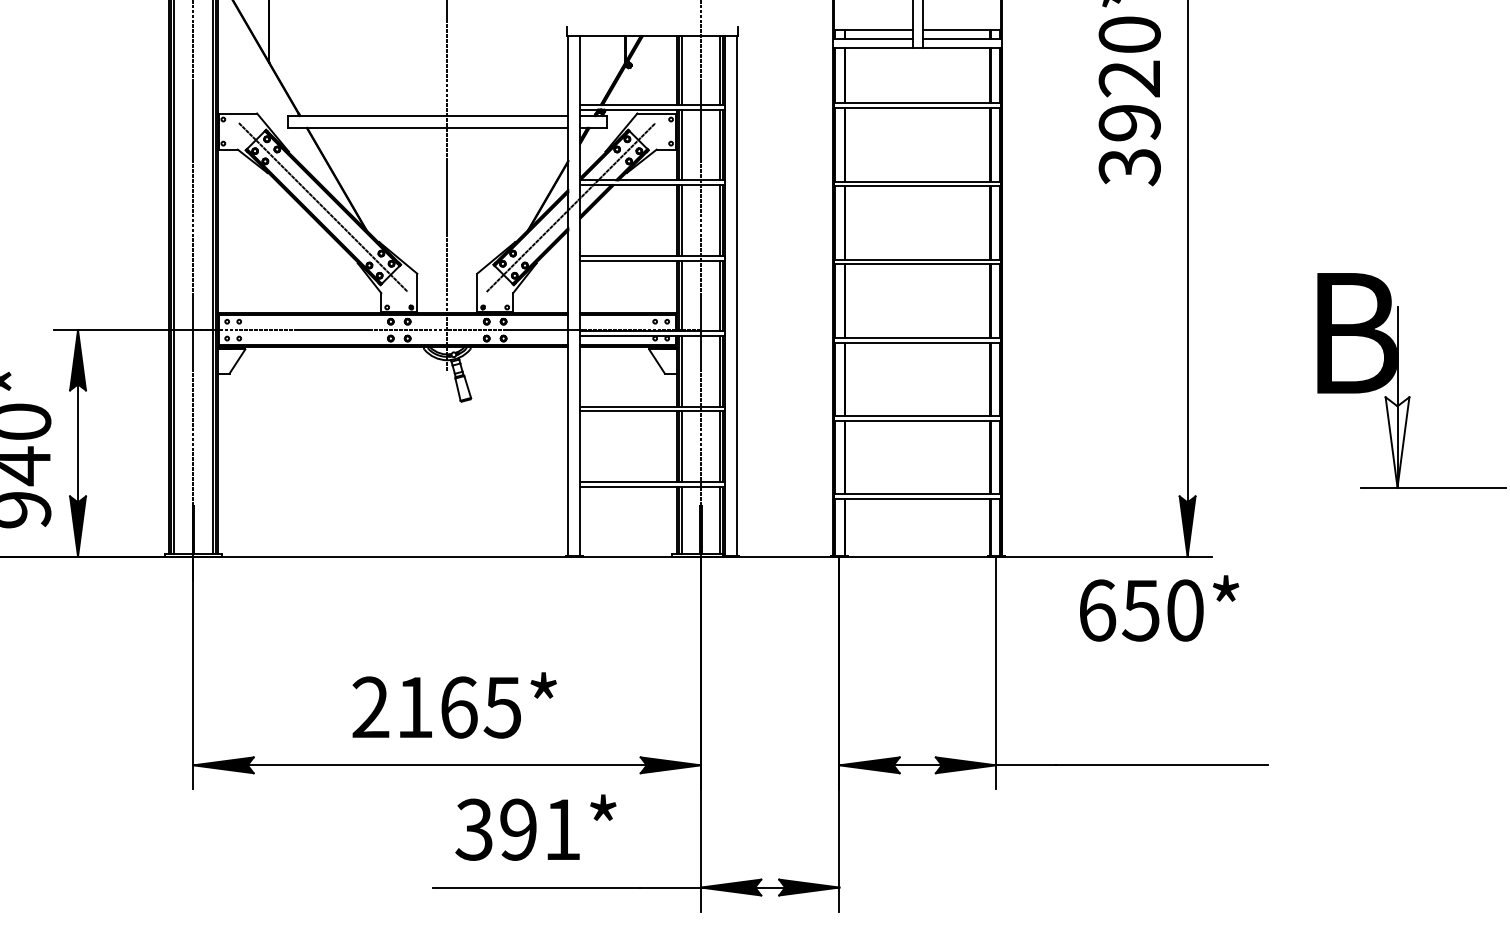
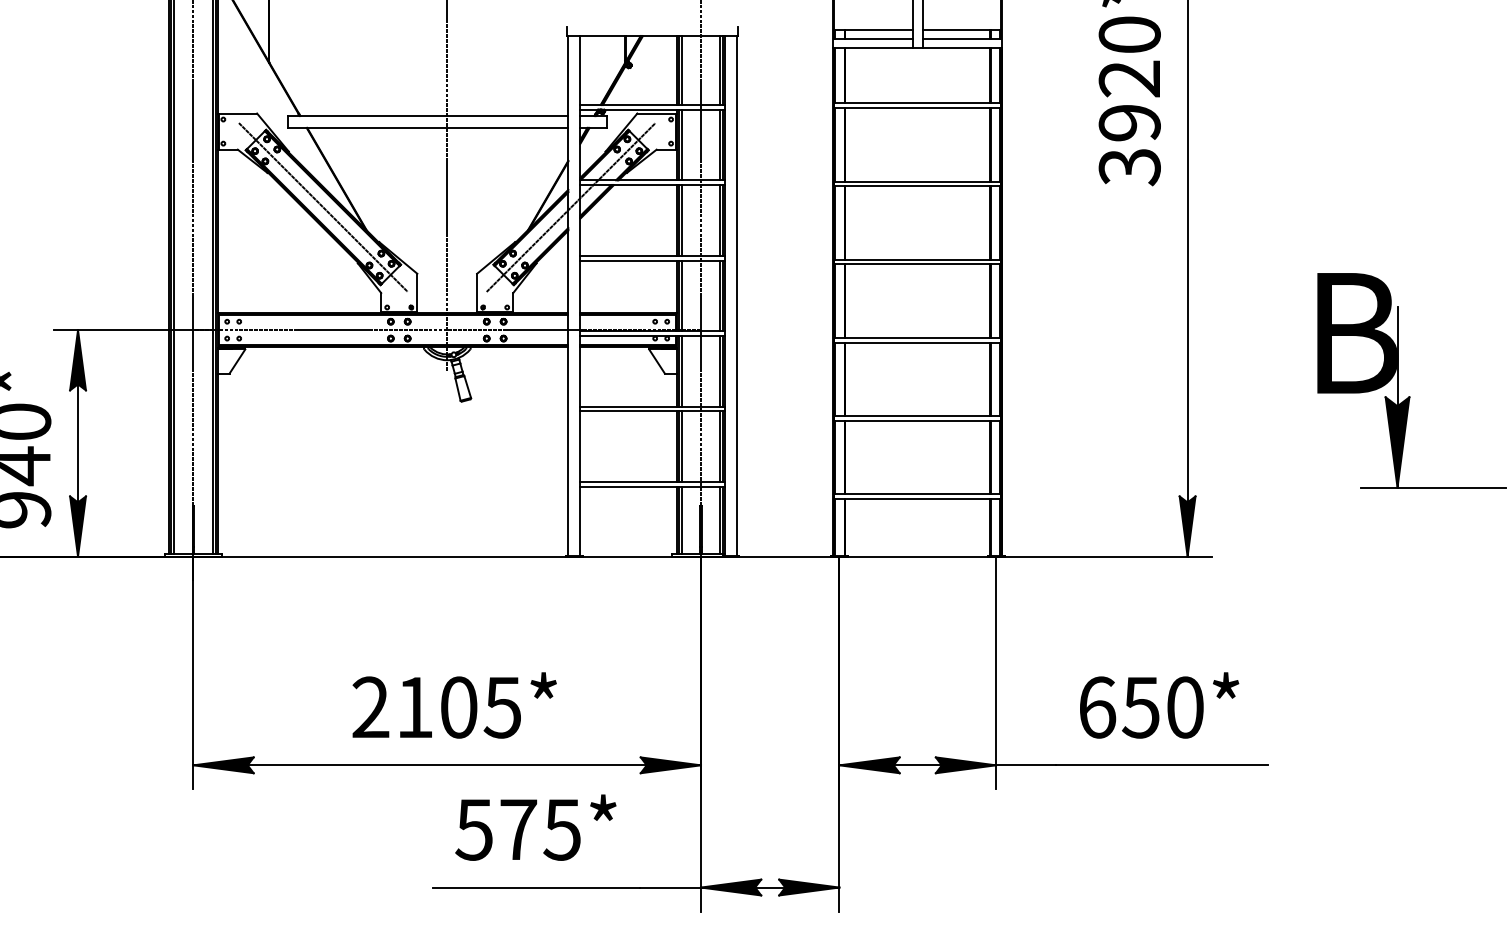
fill at (1397, 442): none -> present
text at (1159, 608) position: (1159, 608) -> (1159, 705)
text at (459, 707): 2165* -> 2105*
text at (517, 829): 391* -> 575*
